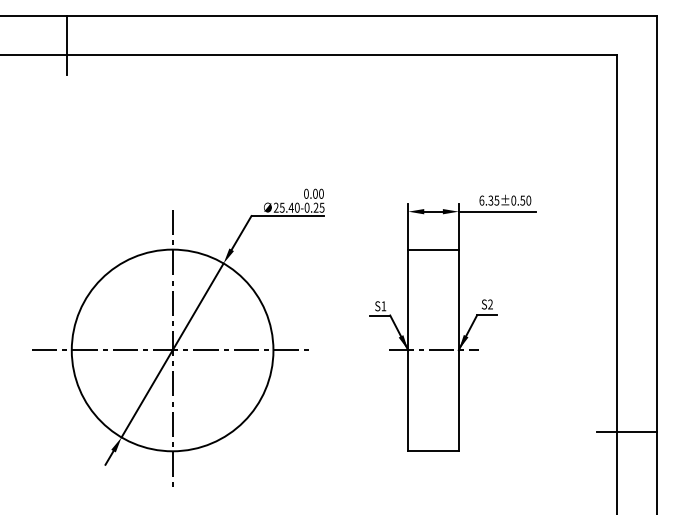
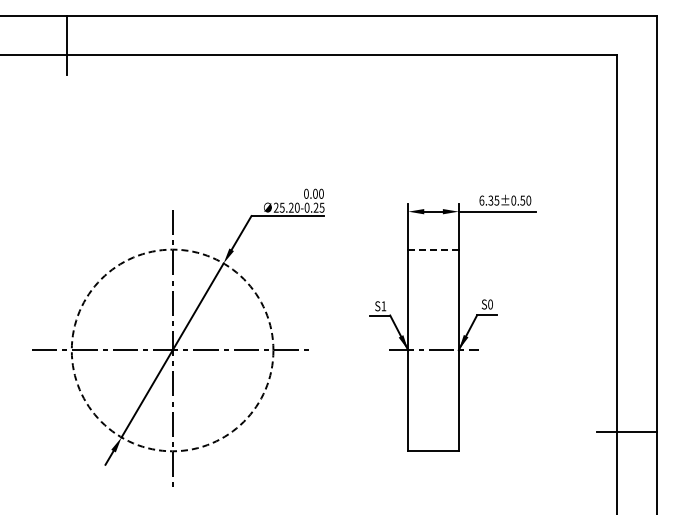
text at (290, 207): 25.40 -> 25.20
line at (434, 249): solid -> dashed
text at (490, 304): S2 -> S0
circle at (172, 350): solid -> dashed
